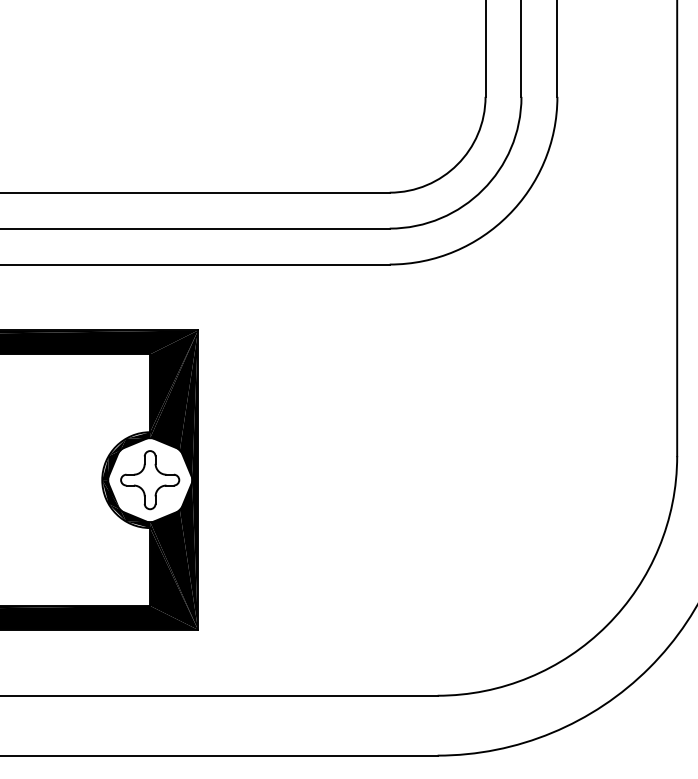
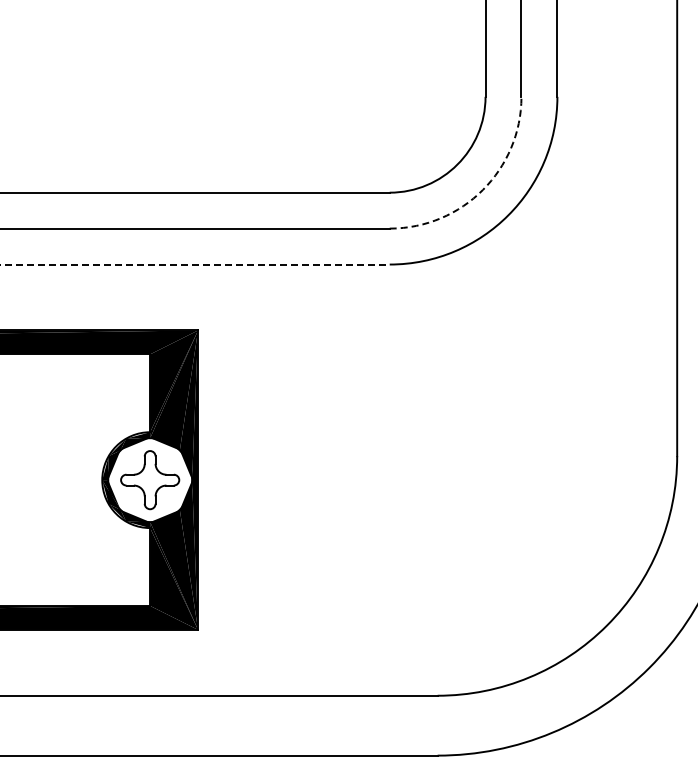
arc at (482, 190): solid -> dashed
line at (195, 264): solid -> dashed
